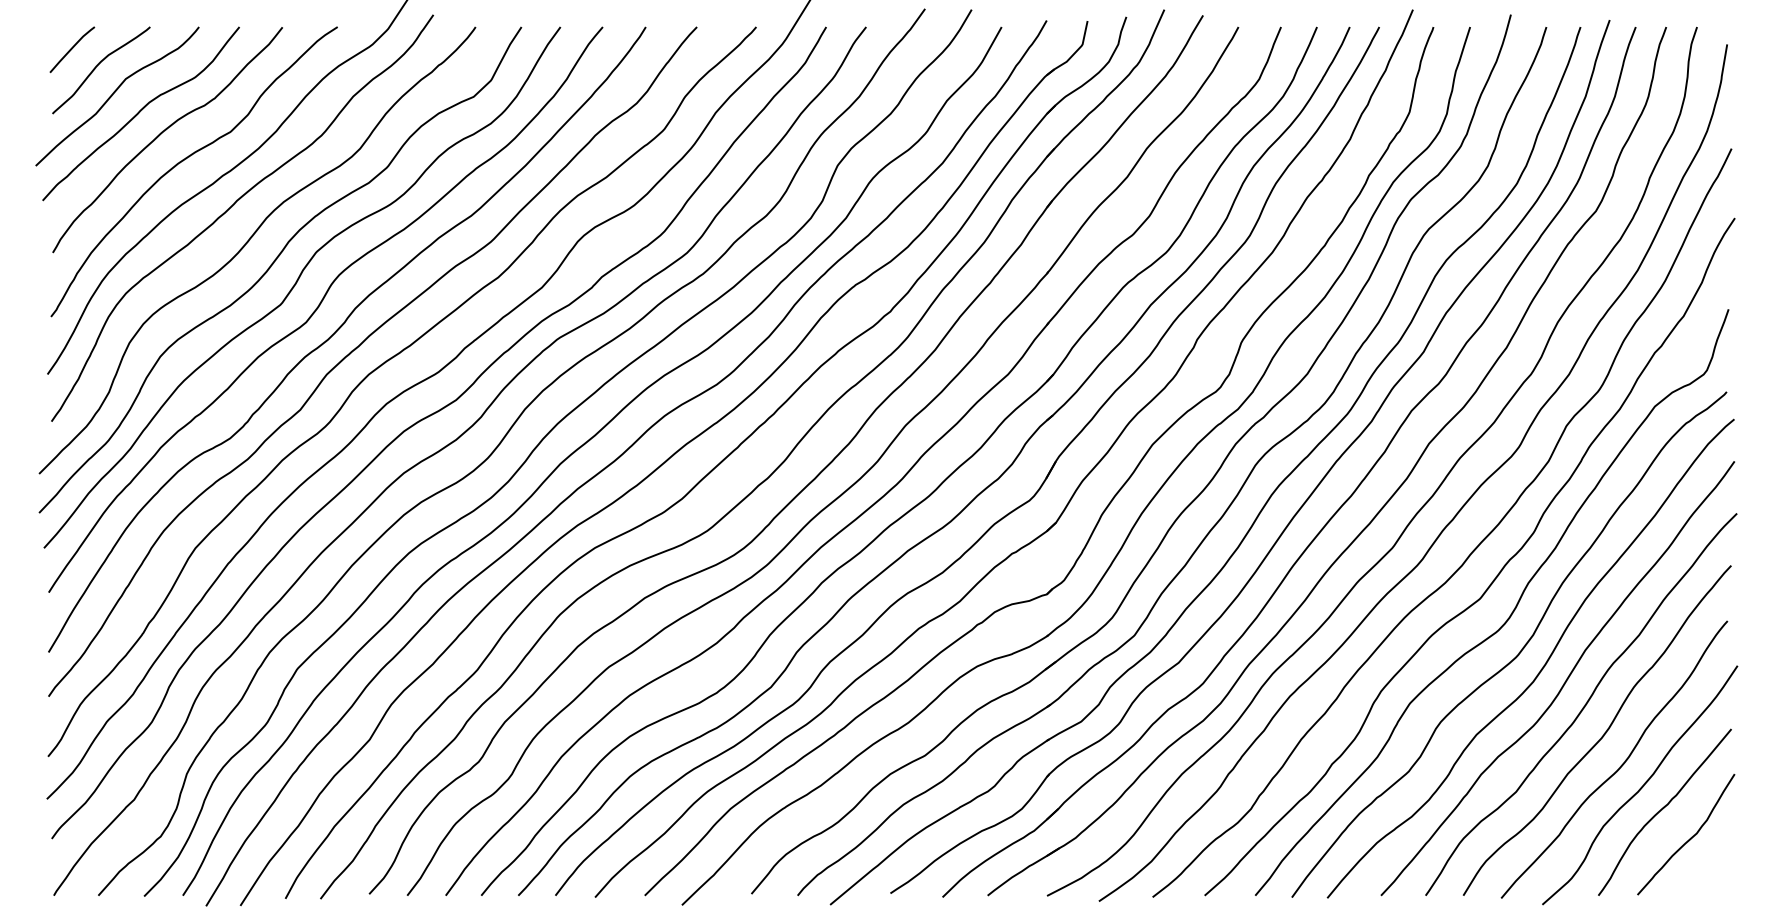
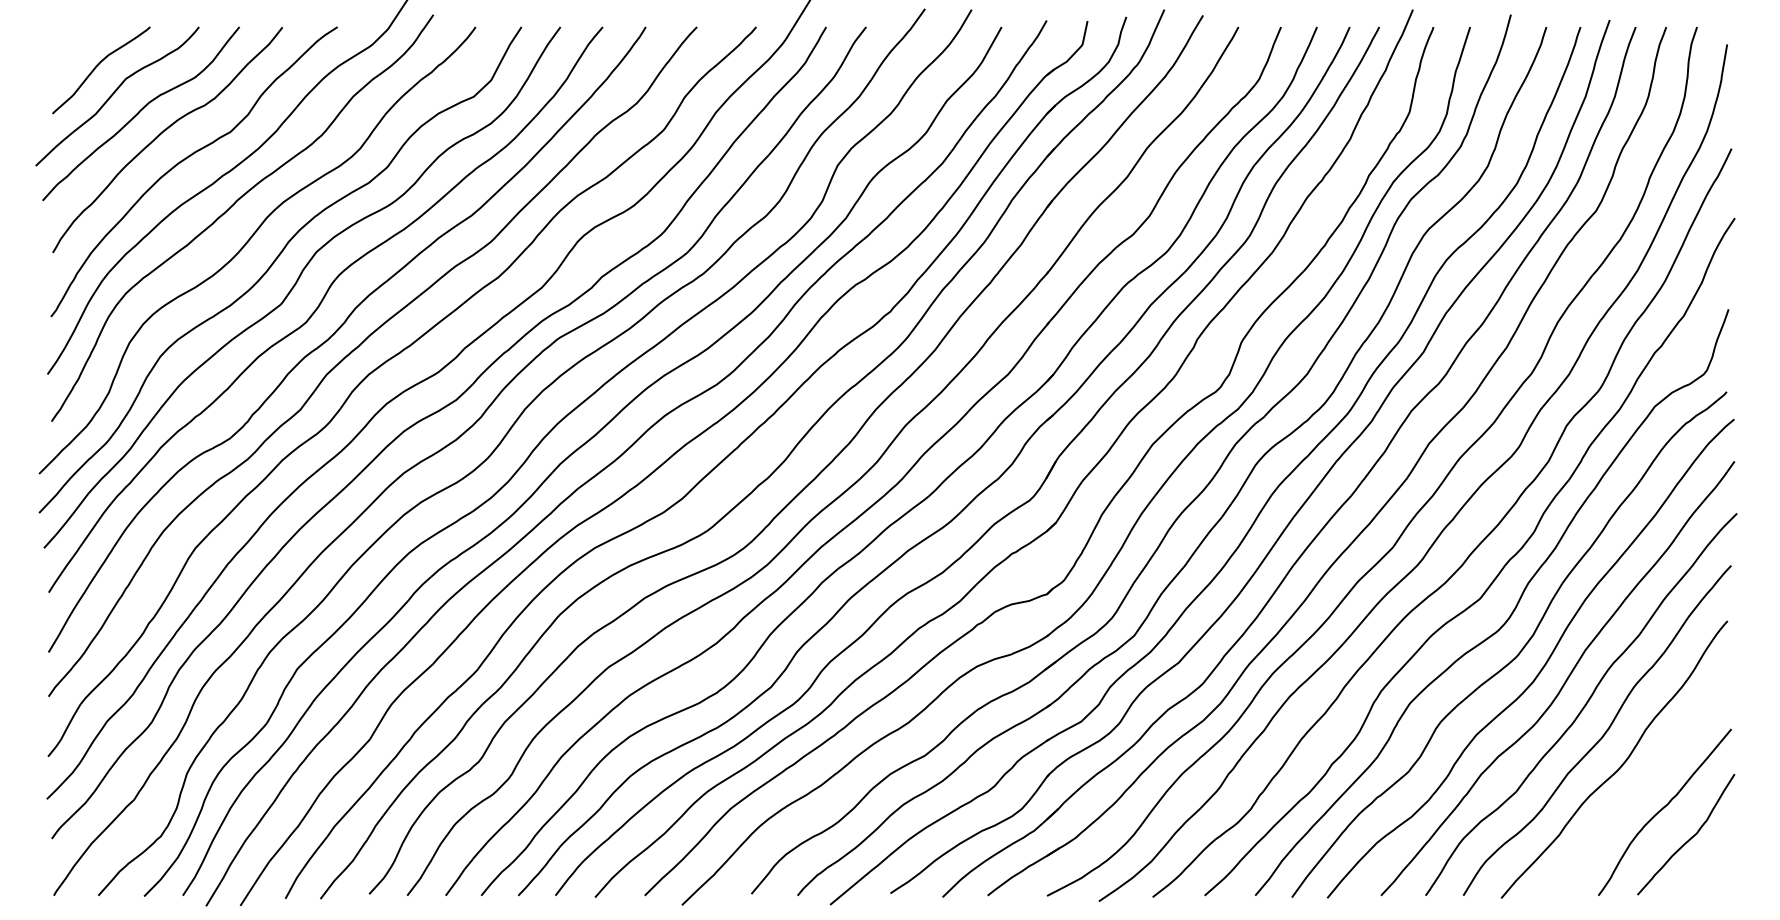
curve at (72, 49): present -> none
curve at (1641, 786): present -> none
